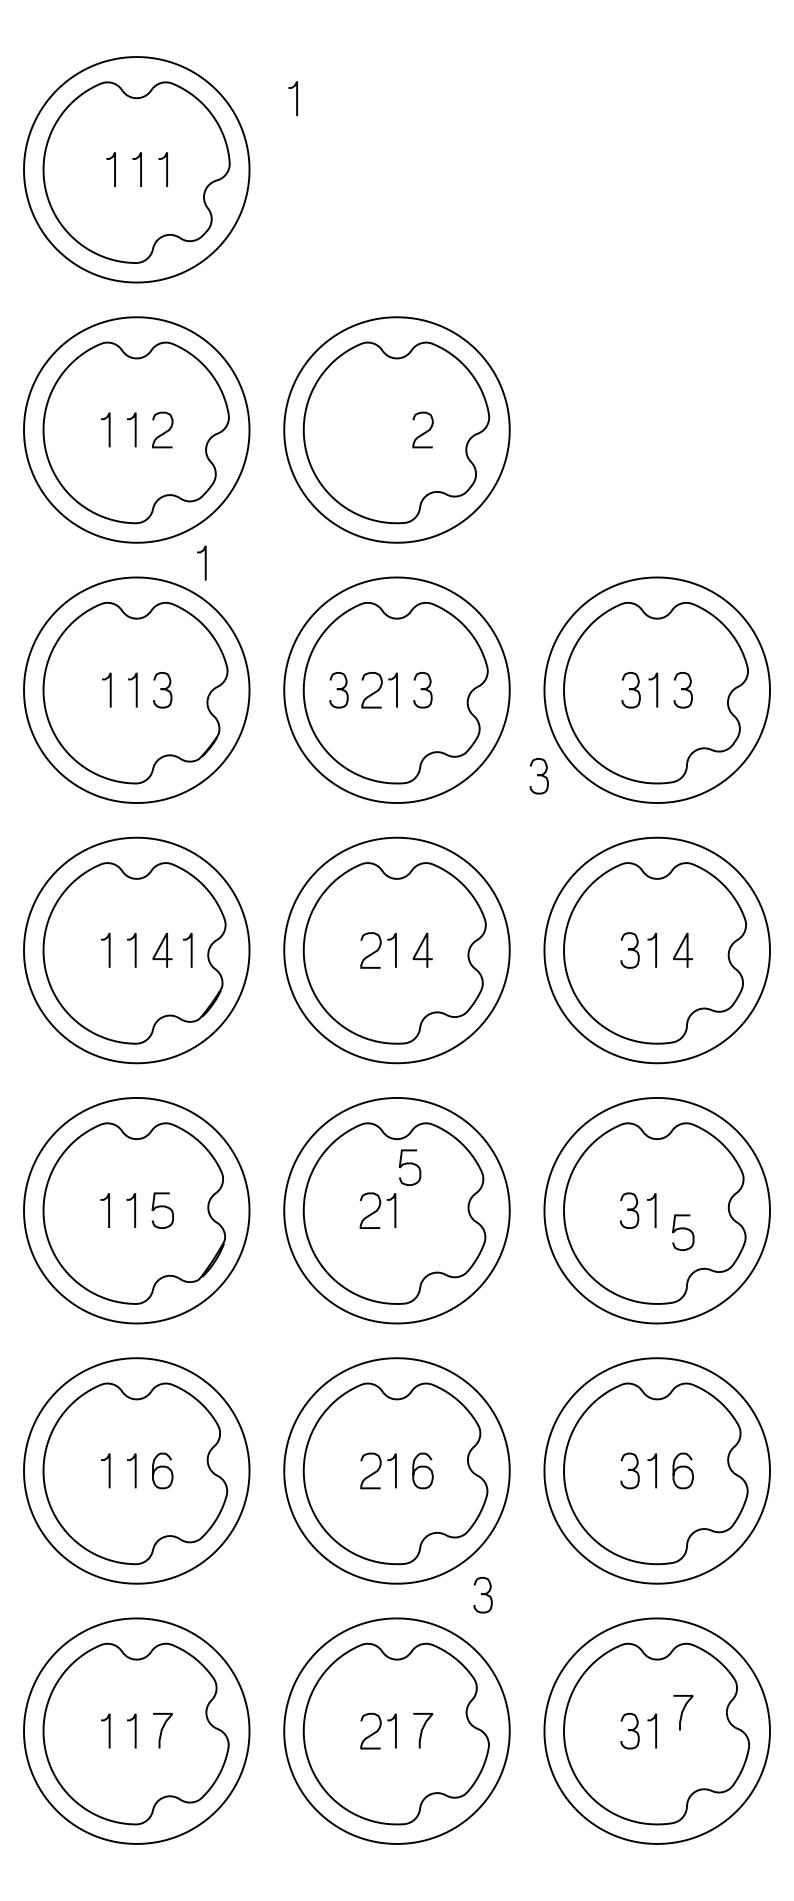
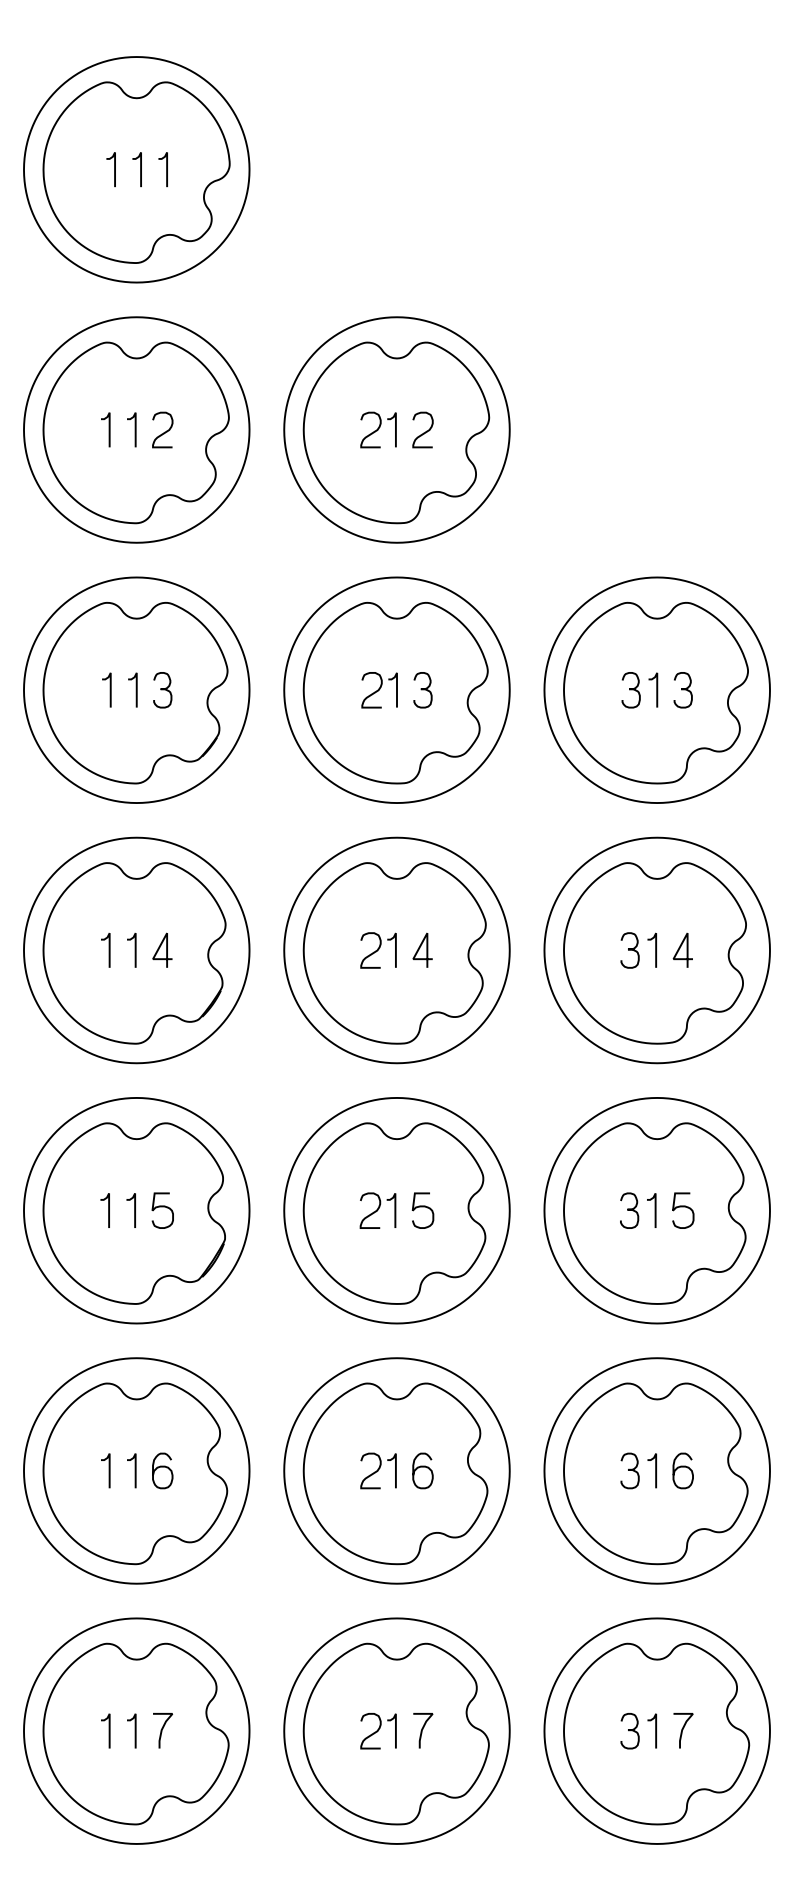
curve at (296, 98): present -> none
part at (378, 429): none -> present
curve at (204, 562): present -> none
curve at (338, 690): present -> none
curve at (538, 776): present -> none
curve at (190, 950): present -> none
curve at (409, 1164) position: (409, 1164) -> (422, 1207)
curve at (683, 1229) position: (683, 1229) -> (683, 1207)
curve at (482, 1595): present -> none
curve at (683, 1711) position: (683, 1711) -> (683, 1729)
